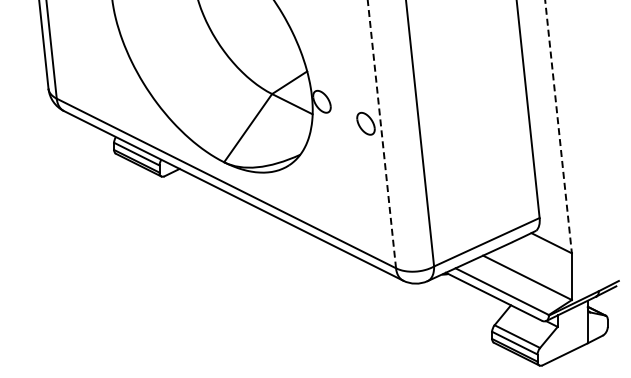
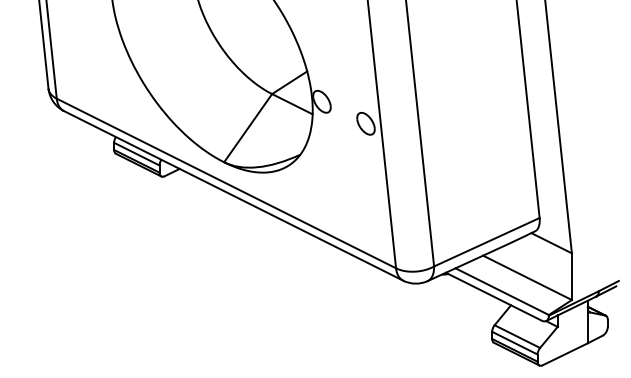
line at (558, 127): dashed -> solid
line at (381, 134): dashed -> solid
